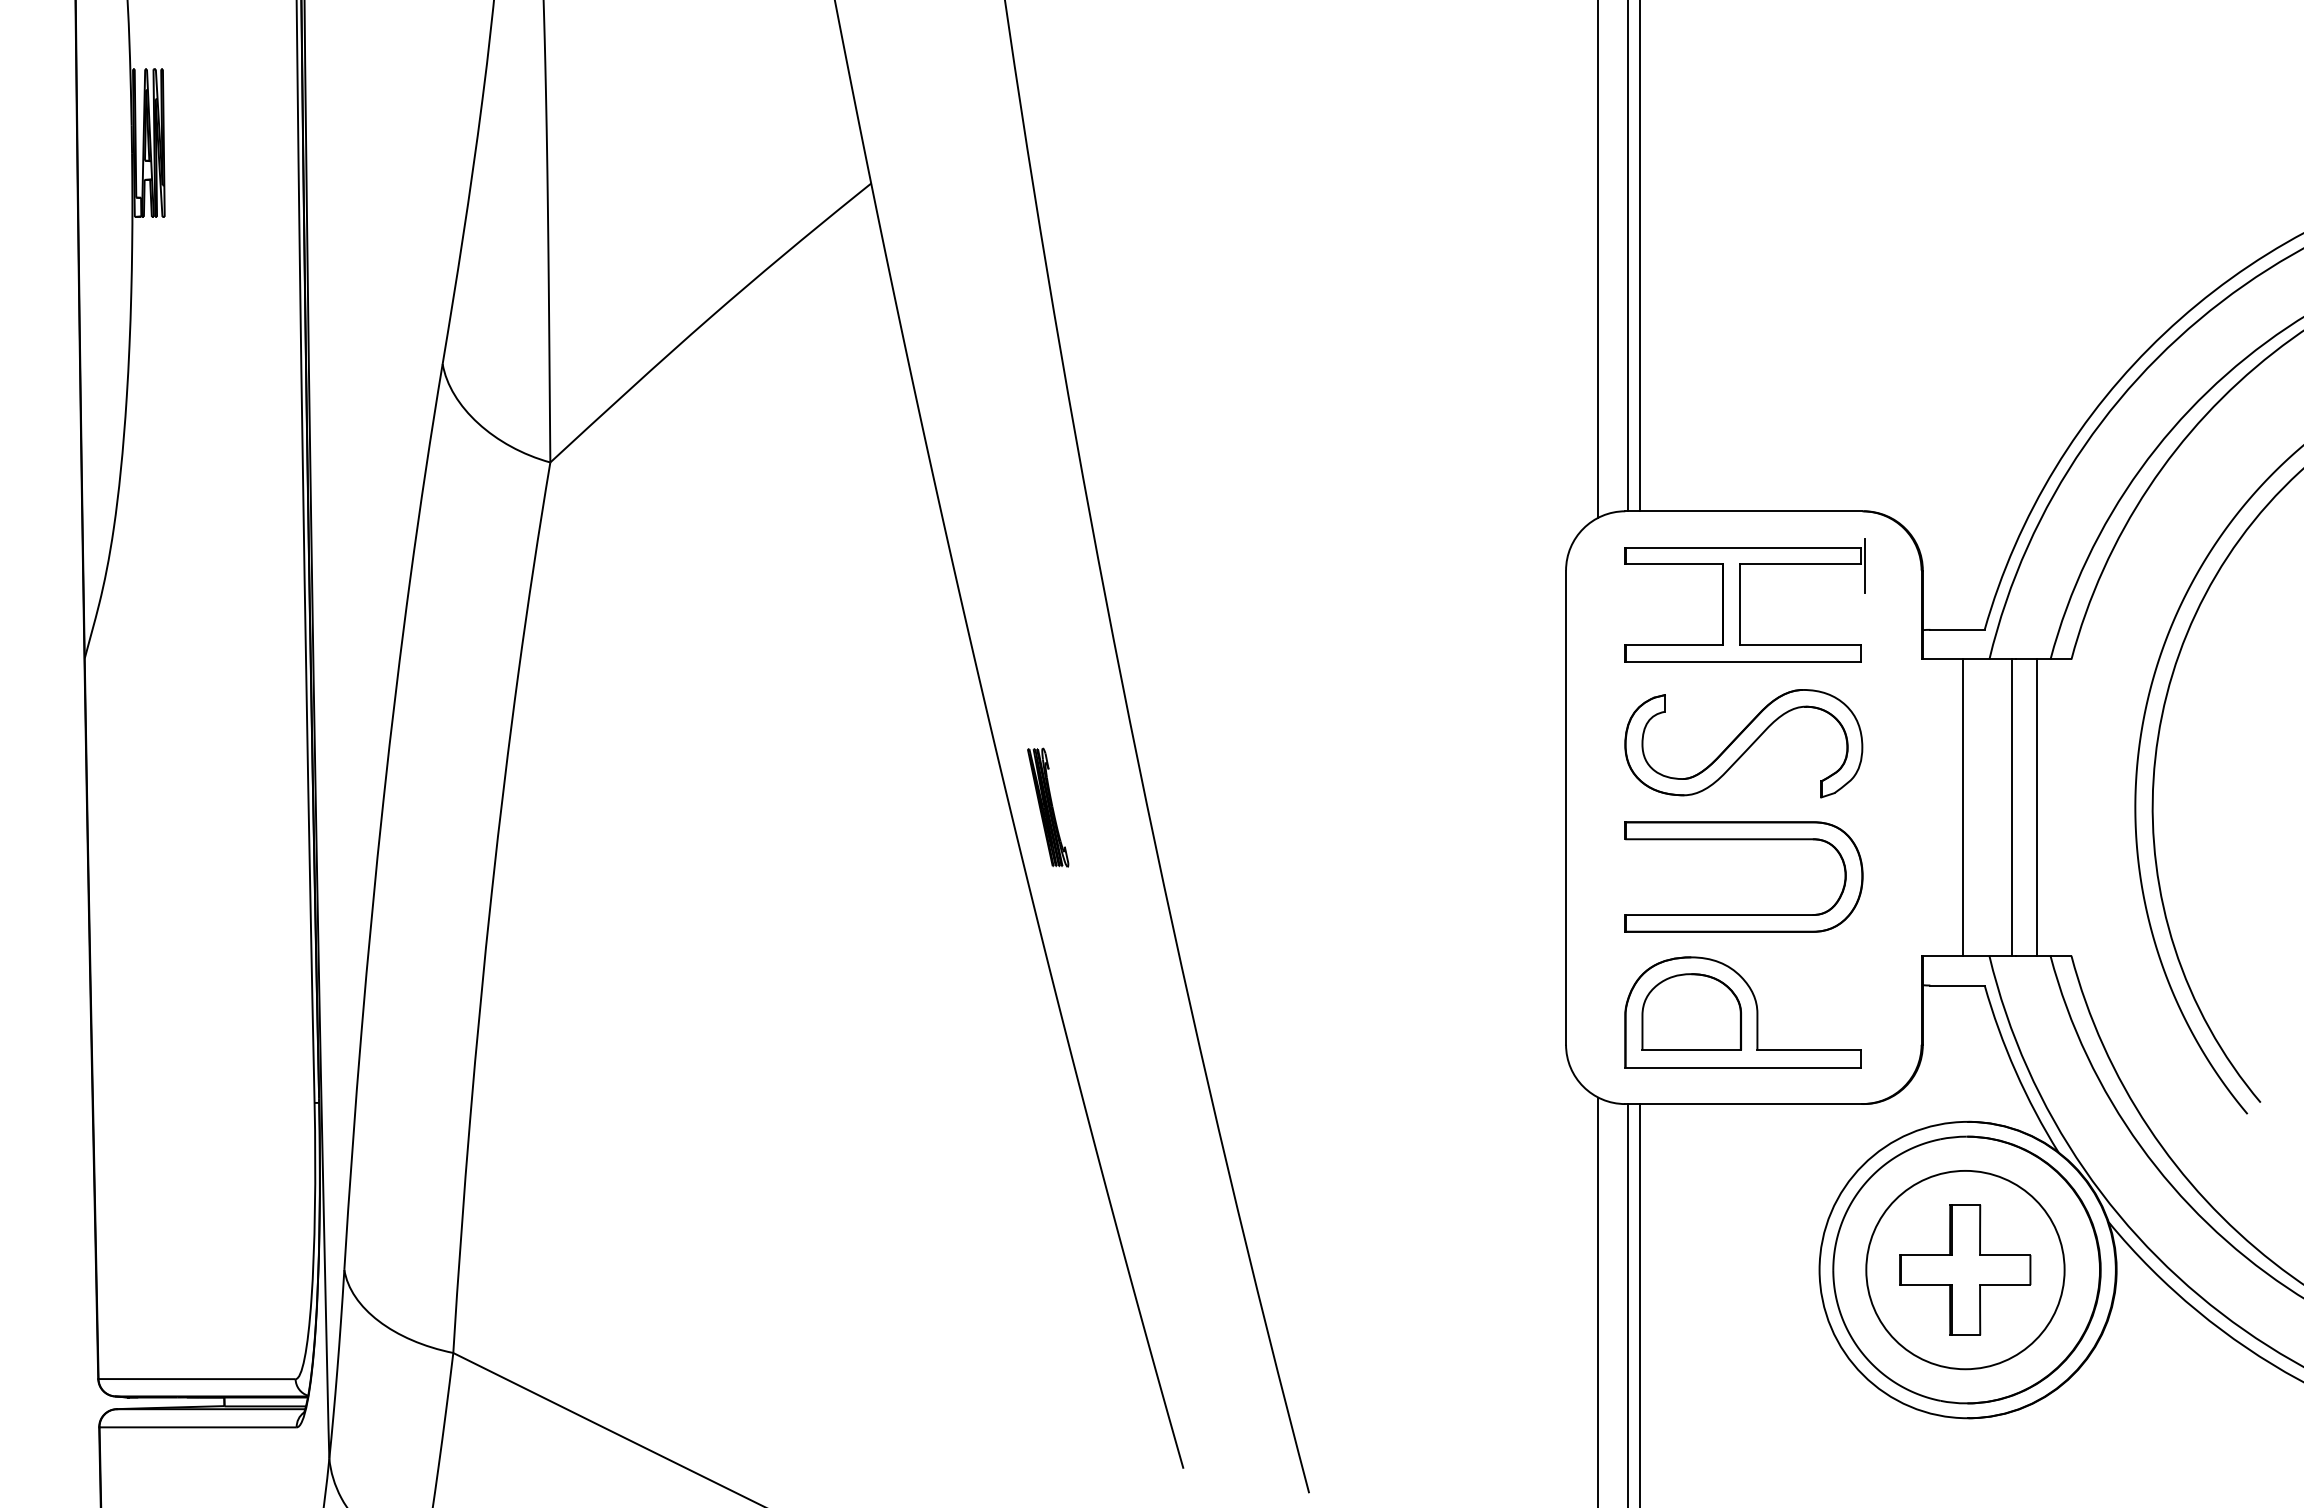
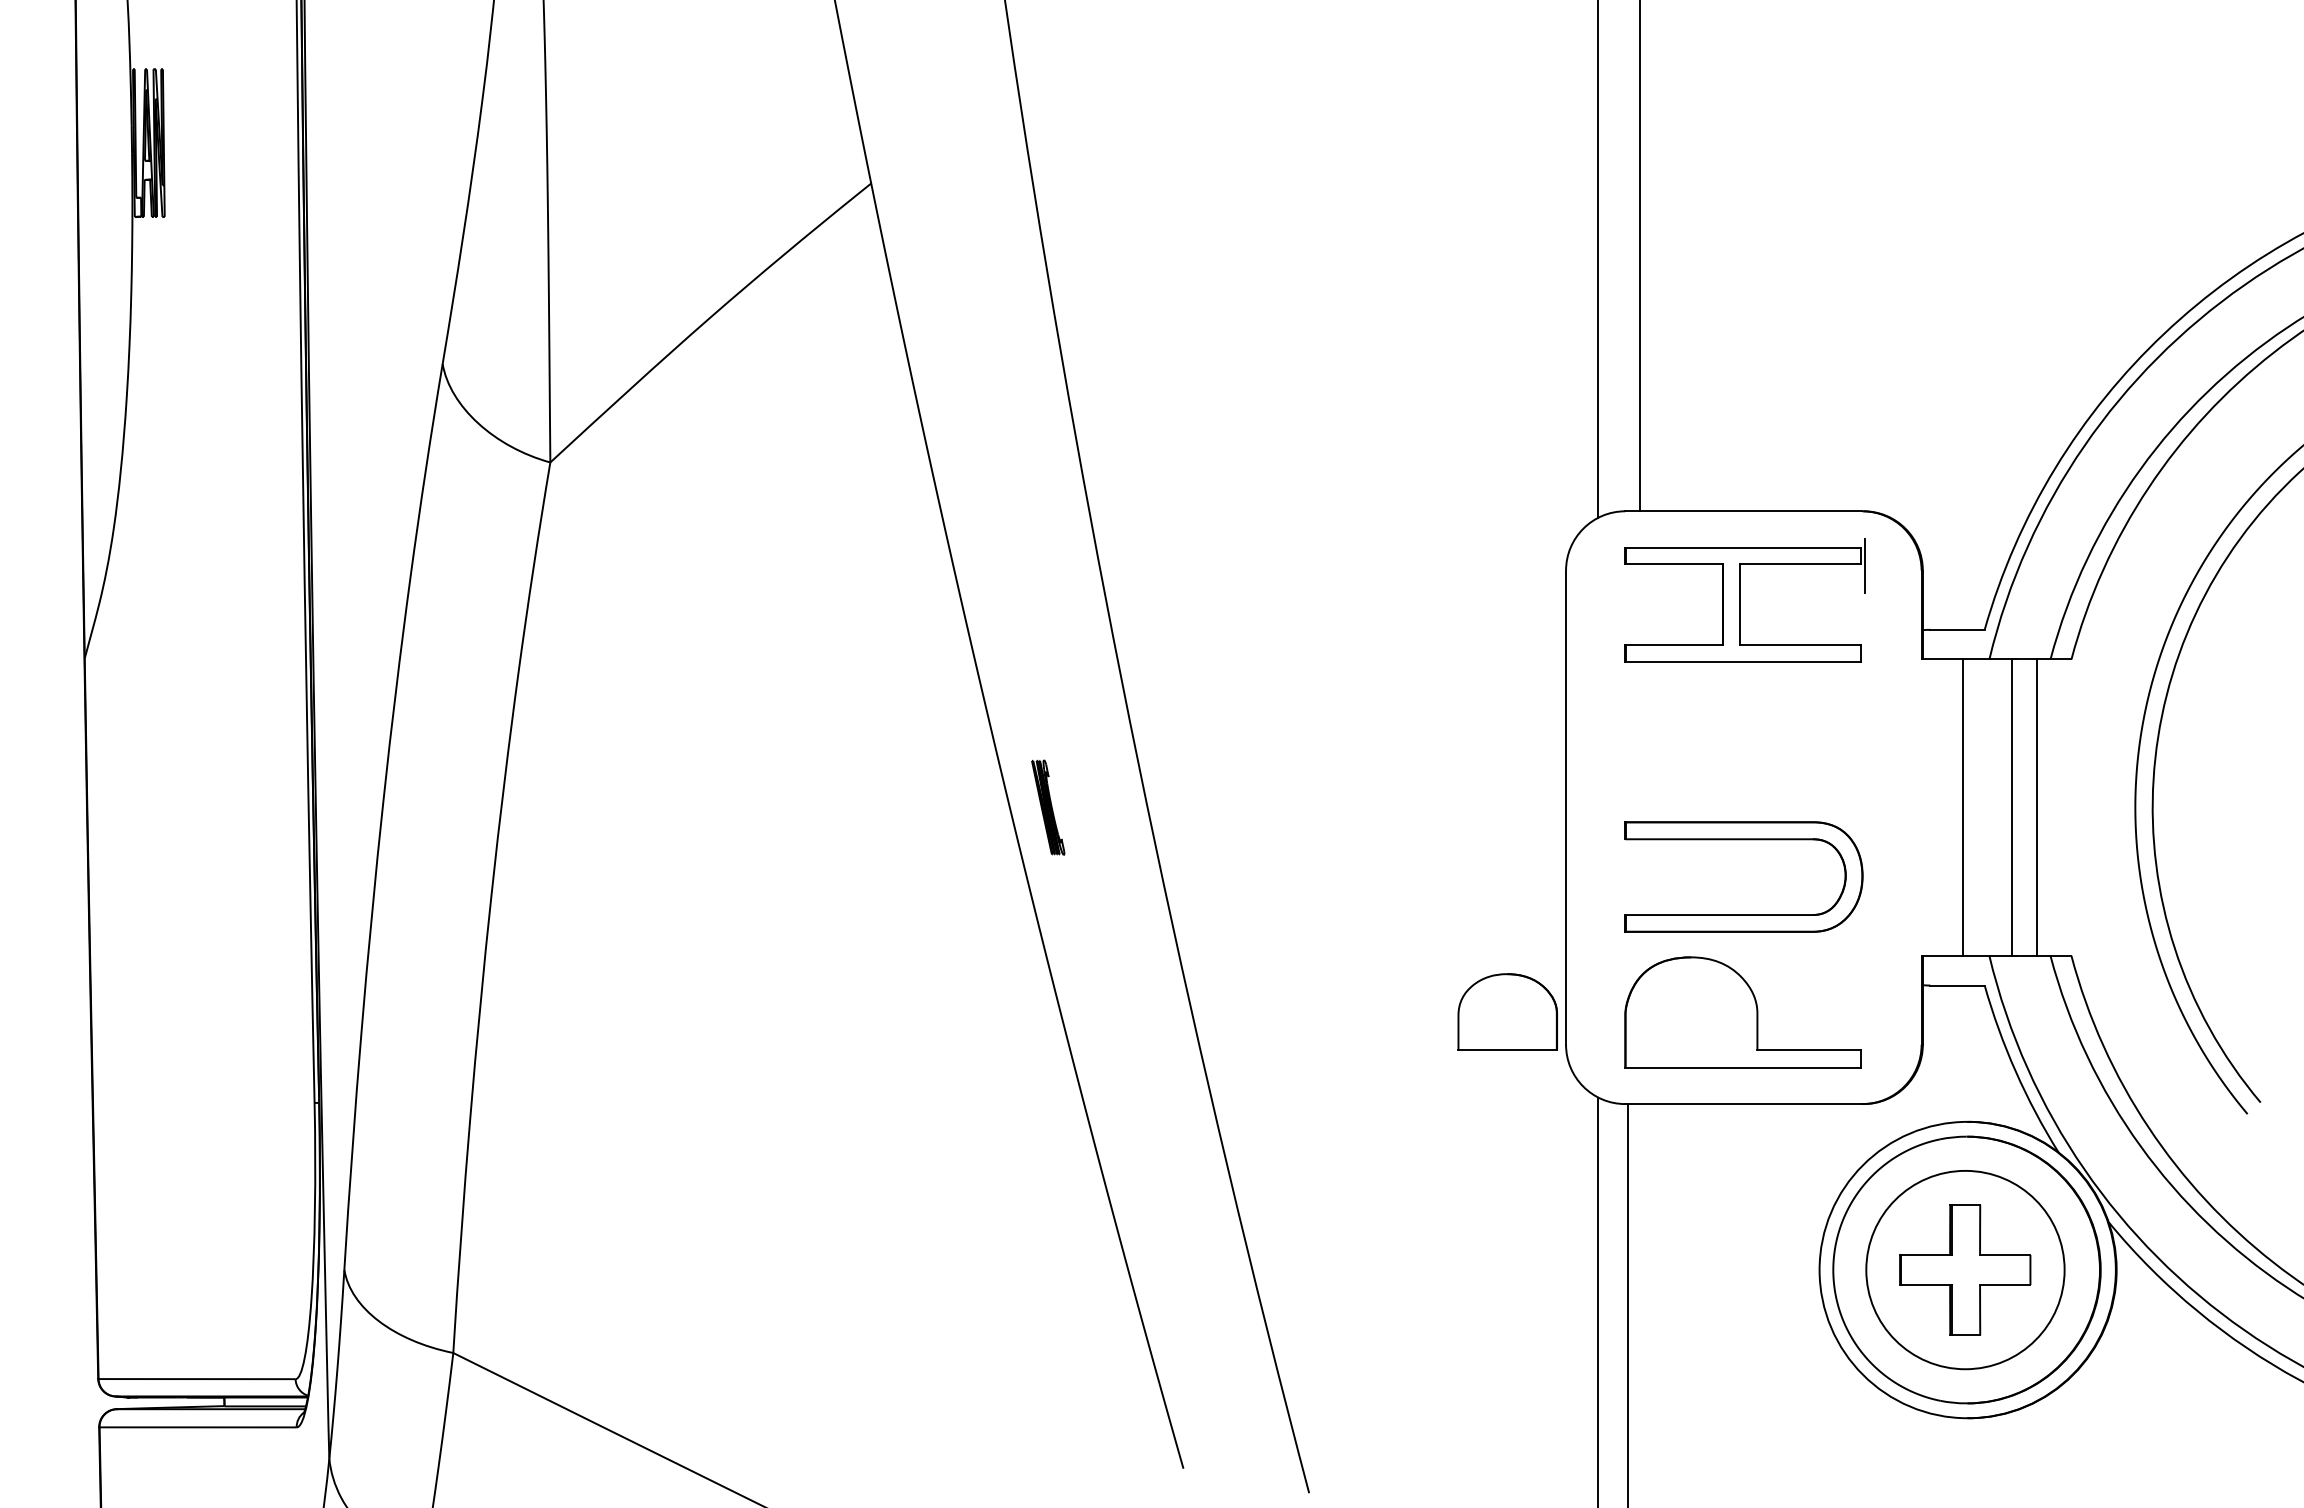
line at (1628, 256): present -> none
part at (1743, 743): present -> none
part at (1048, 807) size: 43x121 px -> 35x97 px
part at (1691, 1011) position: (1691, 1011) -> (1507, 1011)
line at (1639, 1304): present -> none
